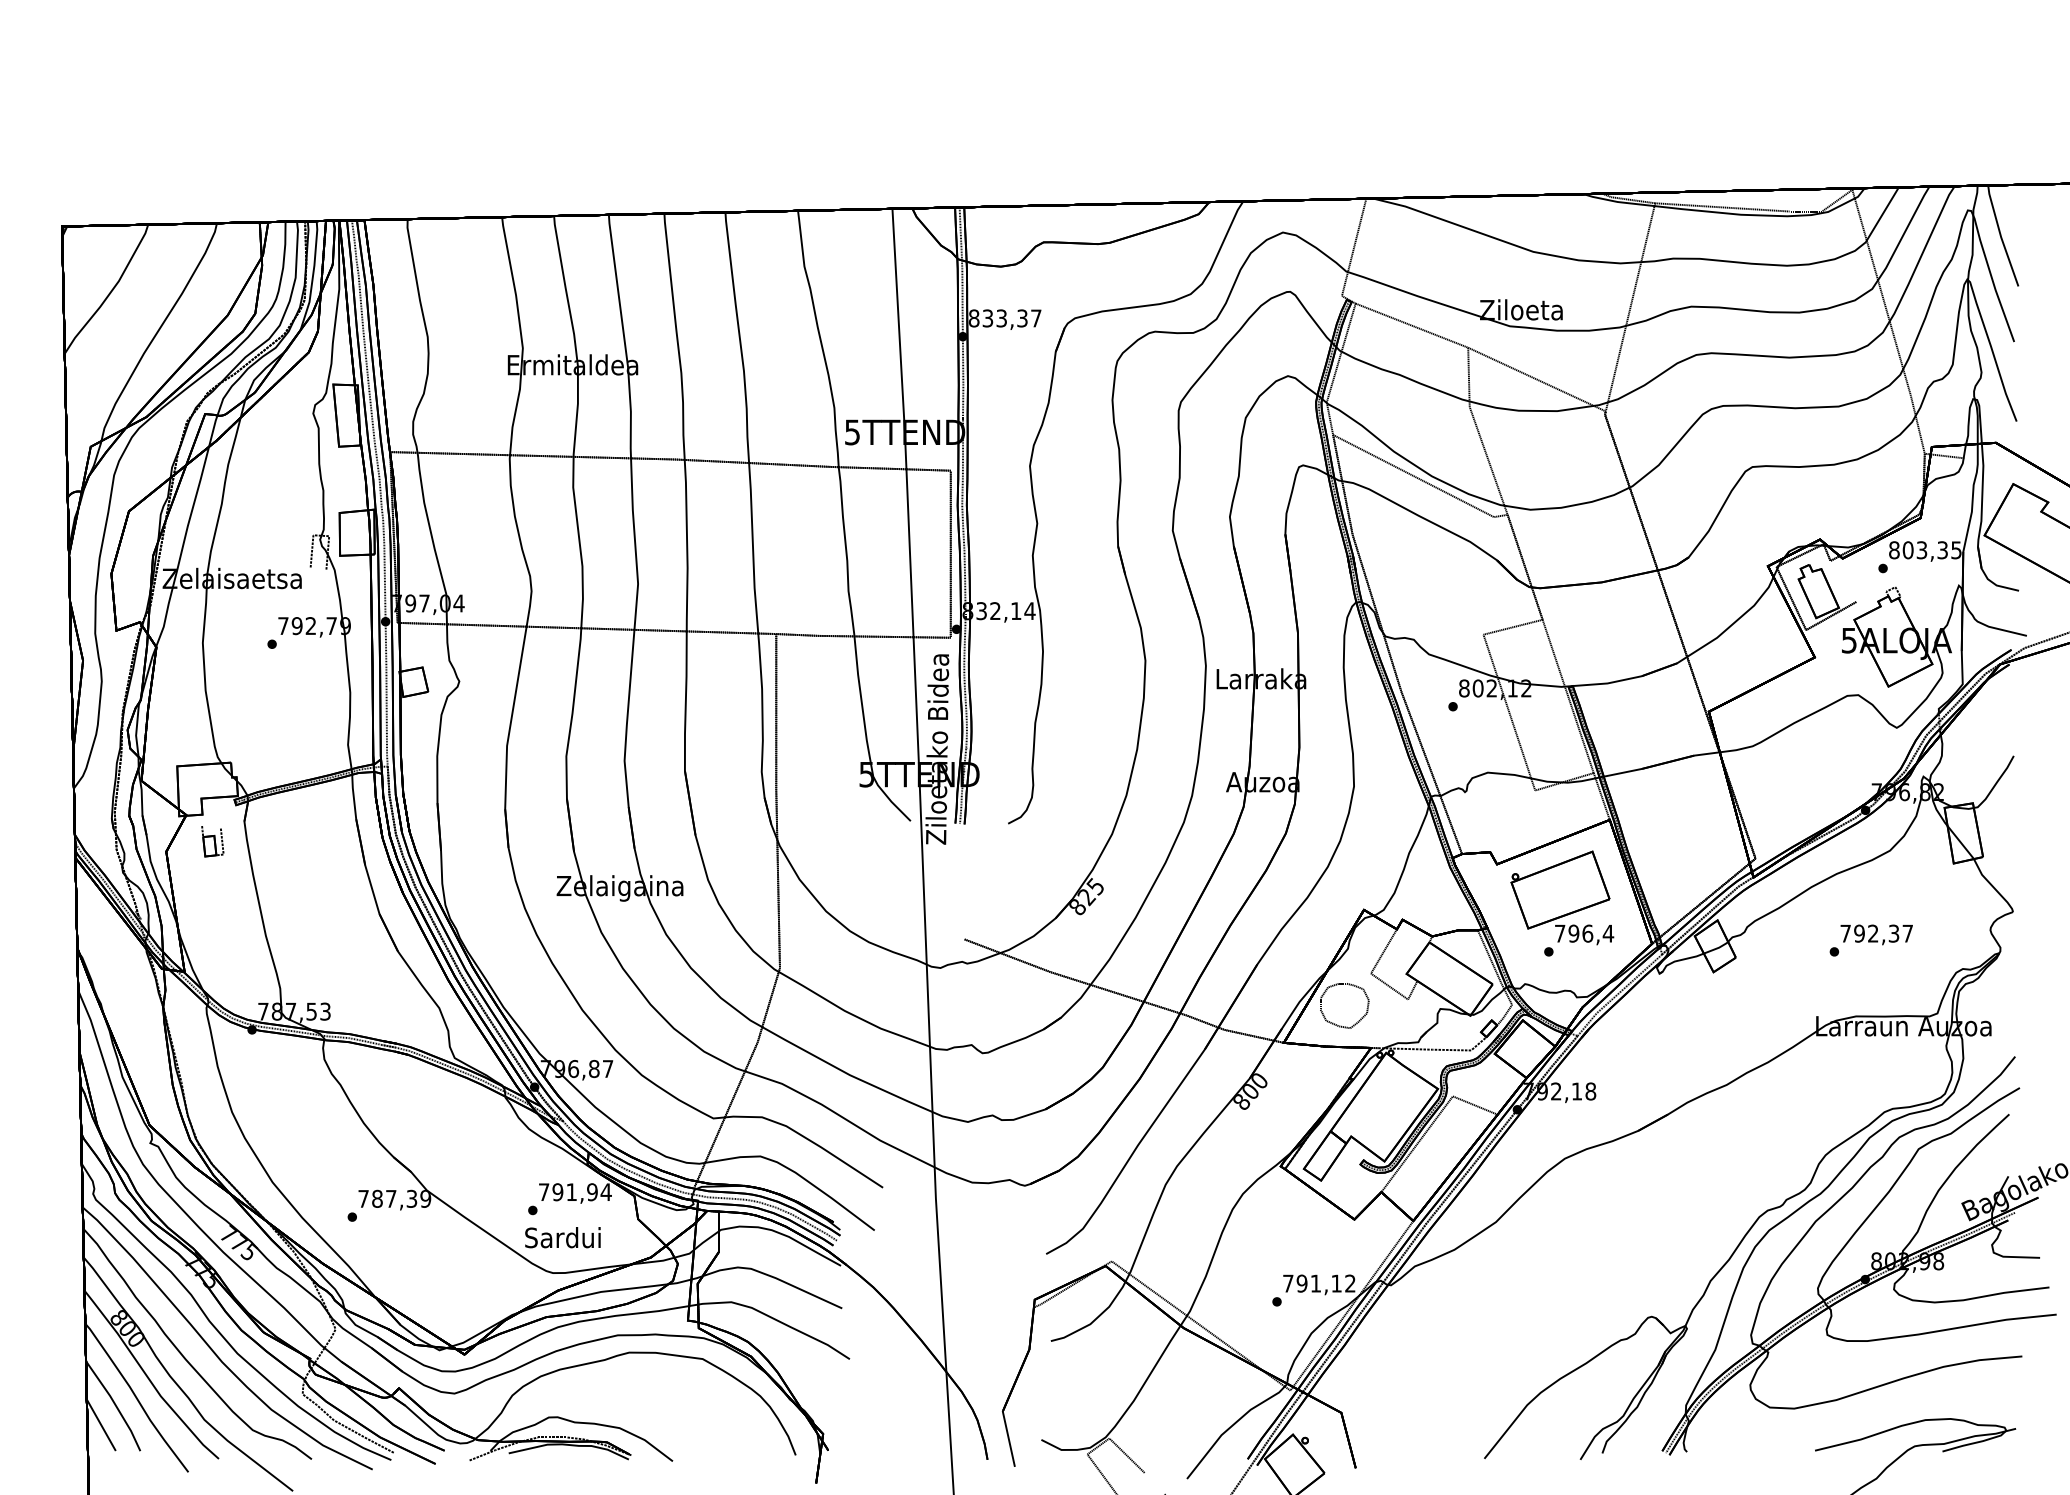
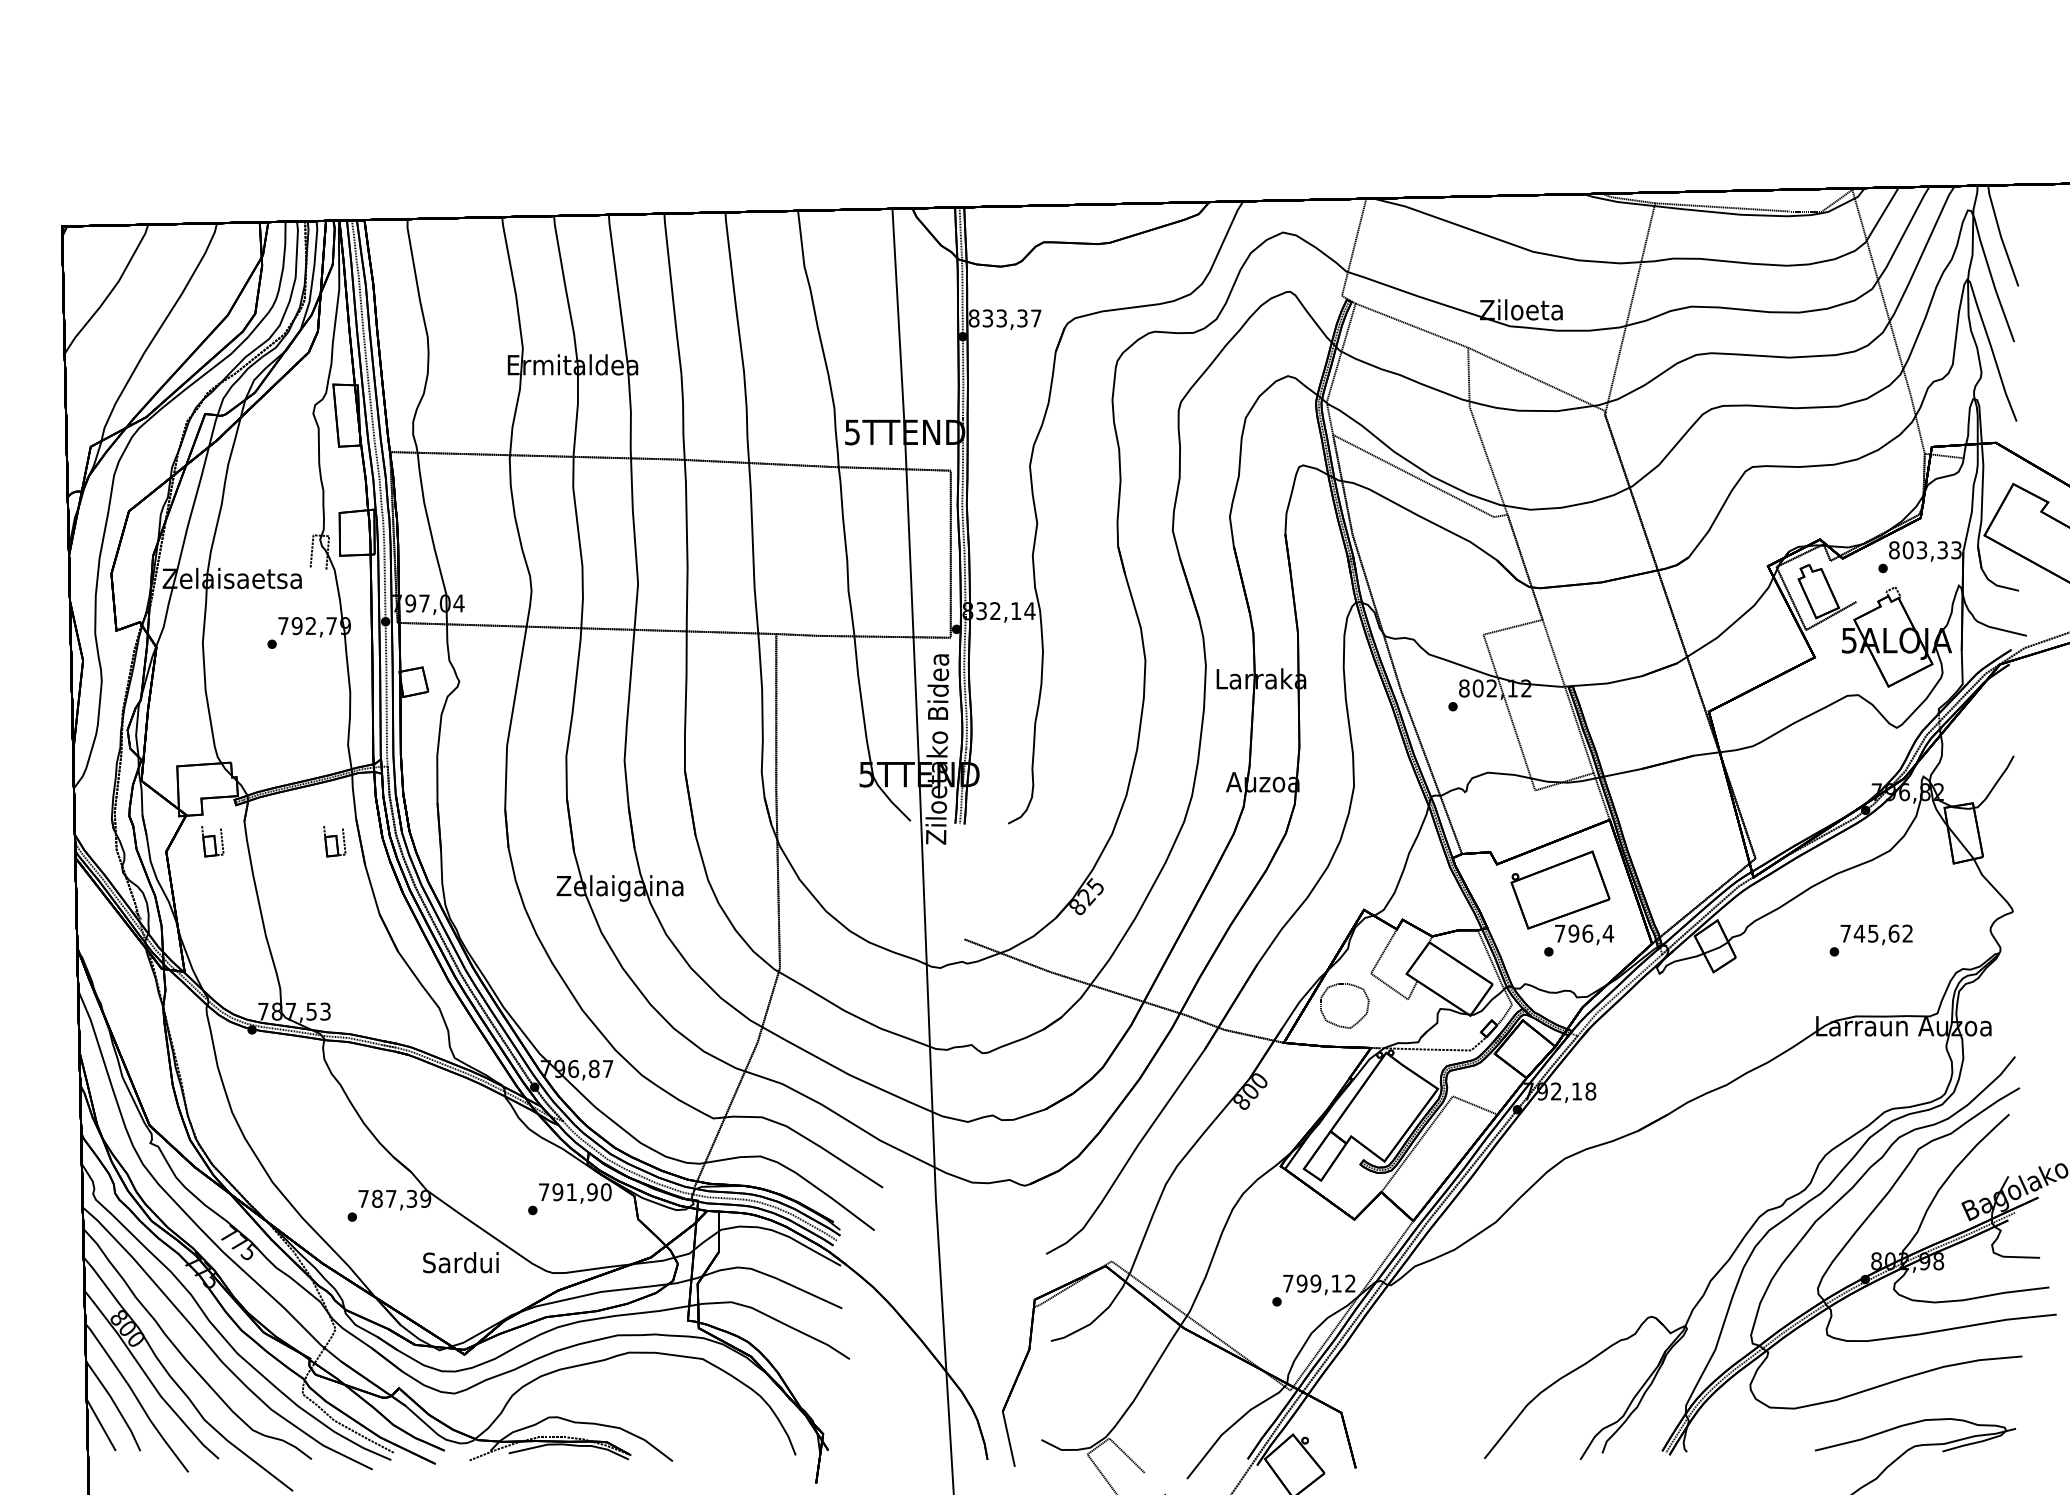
text at (1956, 549): 803,35 -> 803,33
part at (334, 841): none -> present
text at (1882, 933): 792,37 -> 745,62
text at (605, 1192): 791,94 -> 791,90
text at (562, 1237) position: (562, 1237) -> (460, 1262)
text at (1315, 1283): 791,12 -> 799,12
